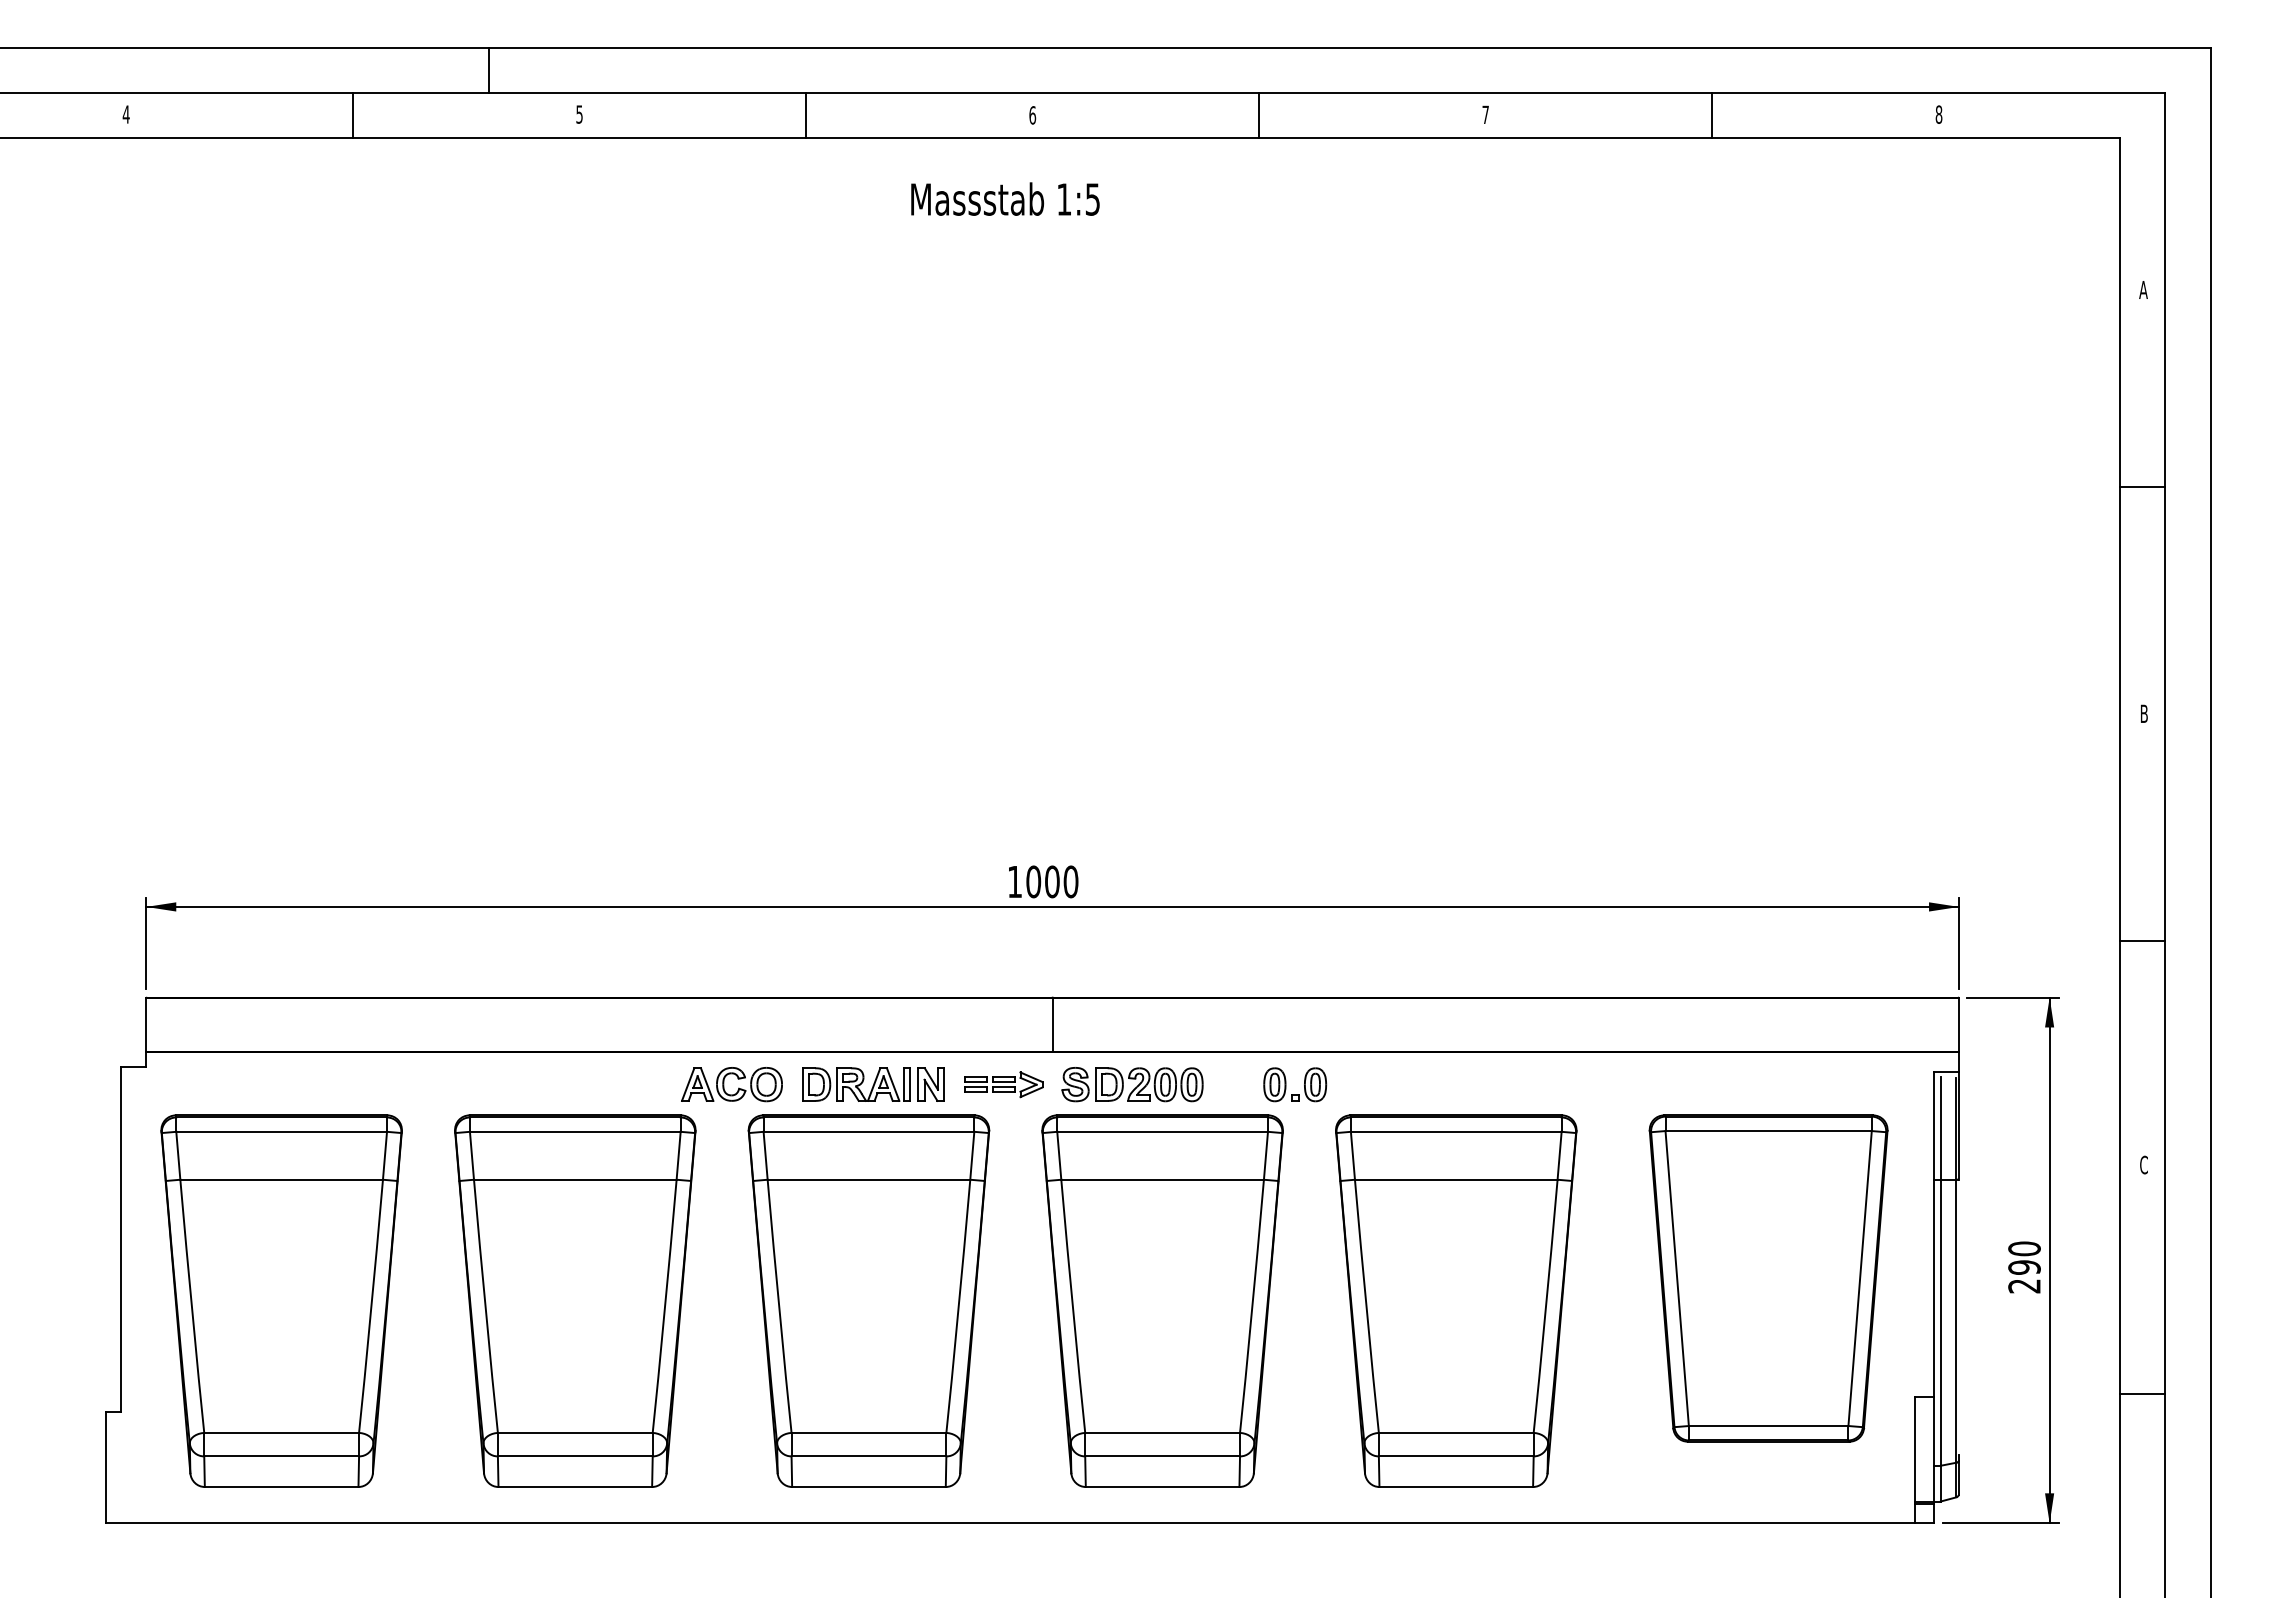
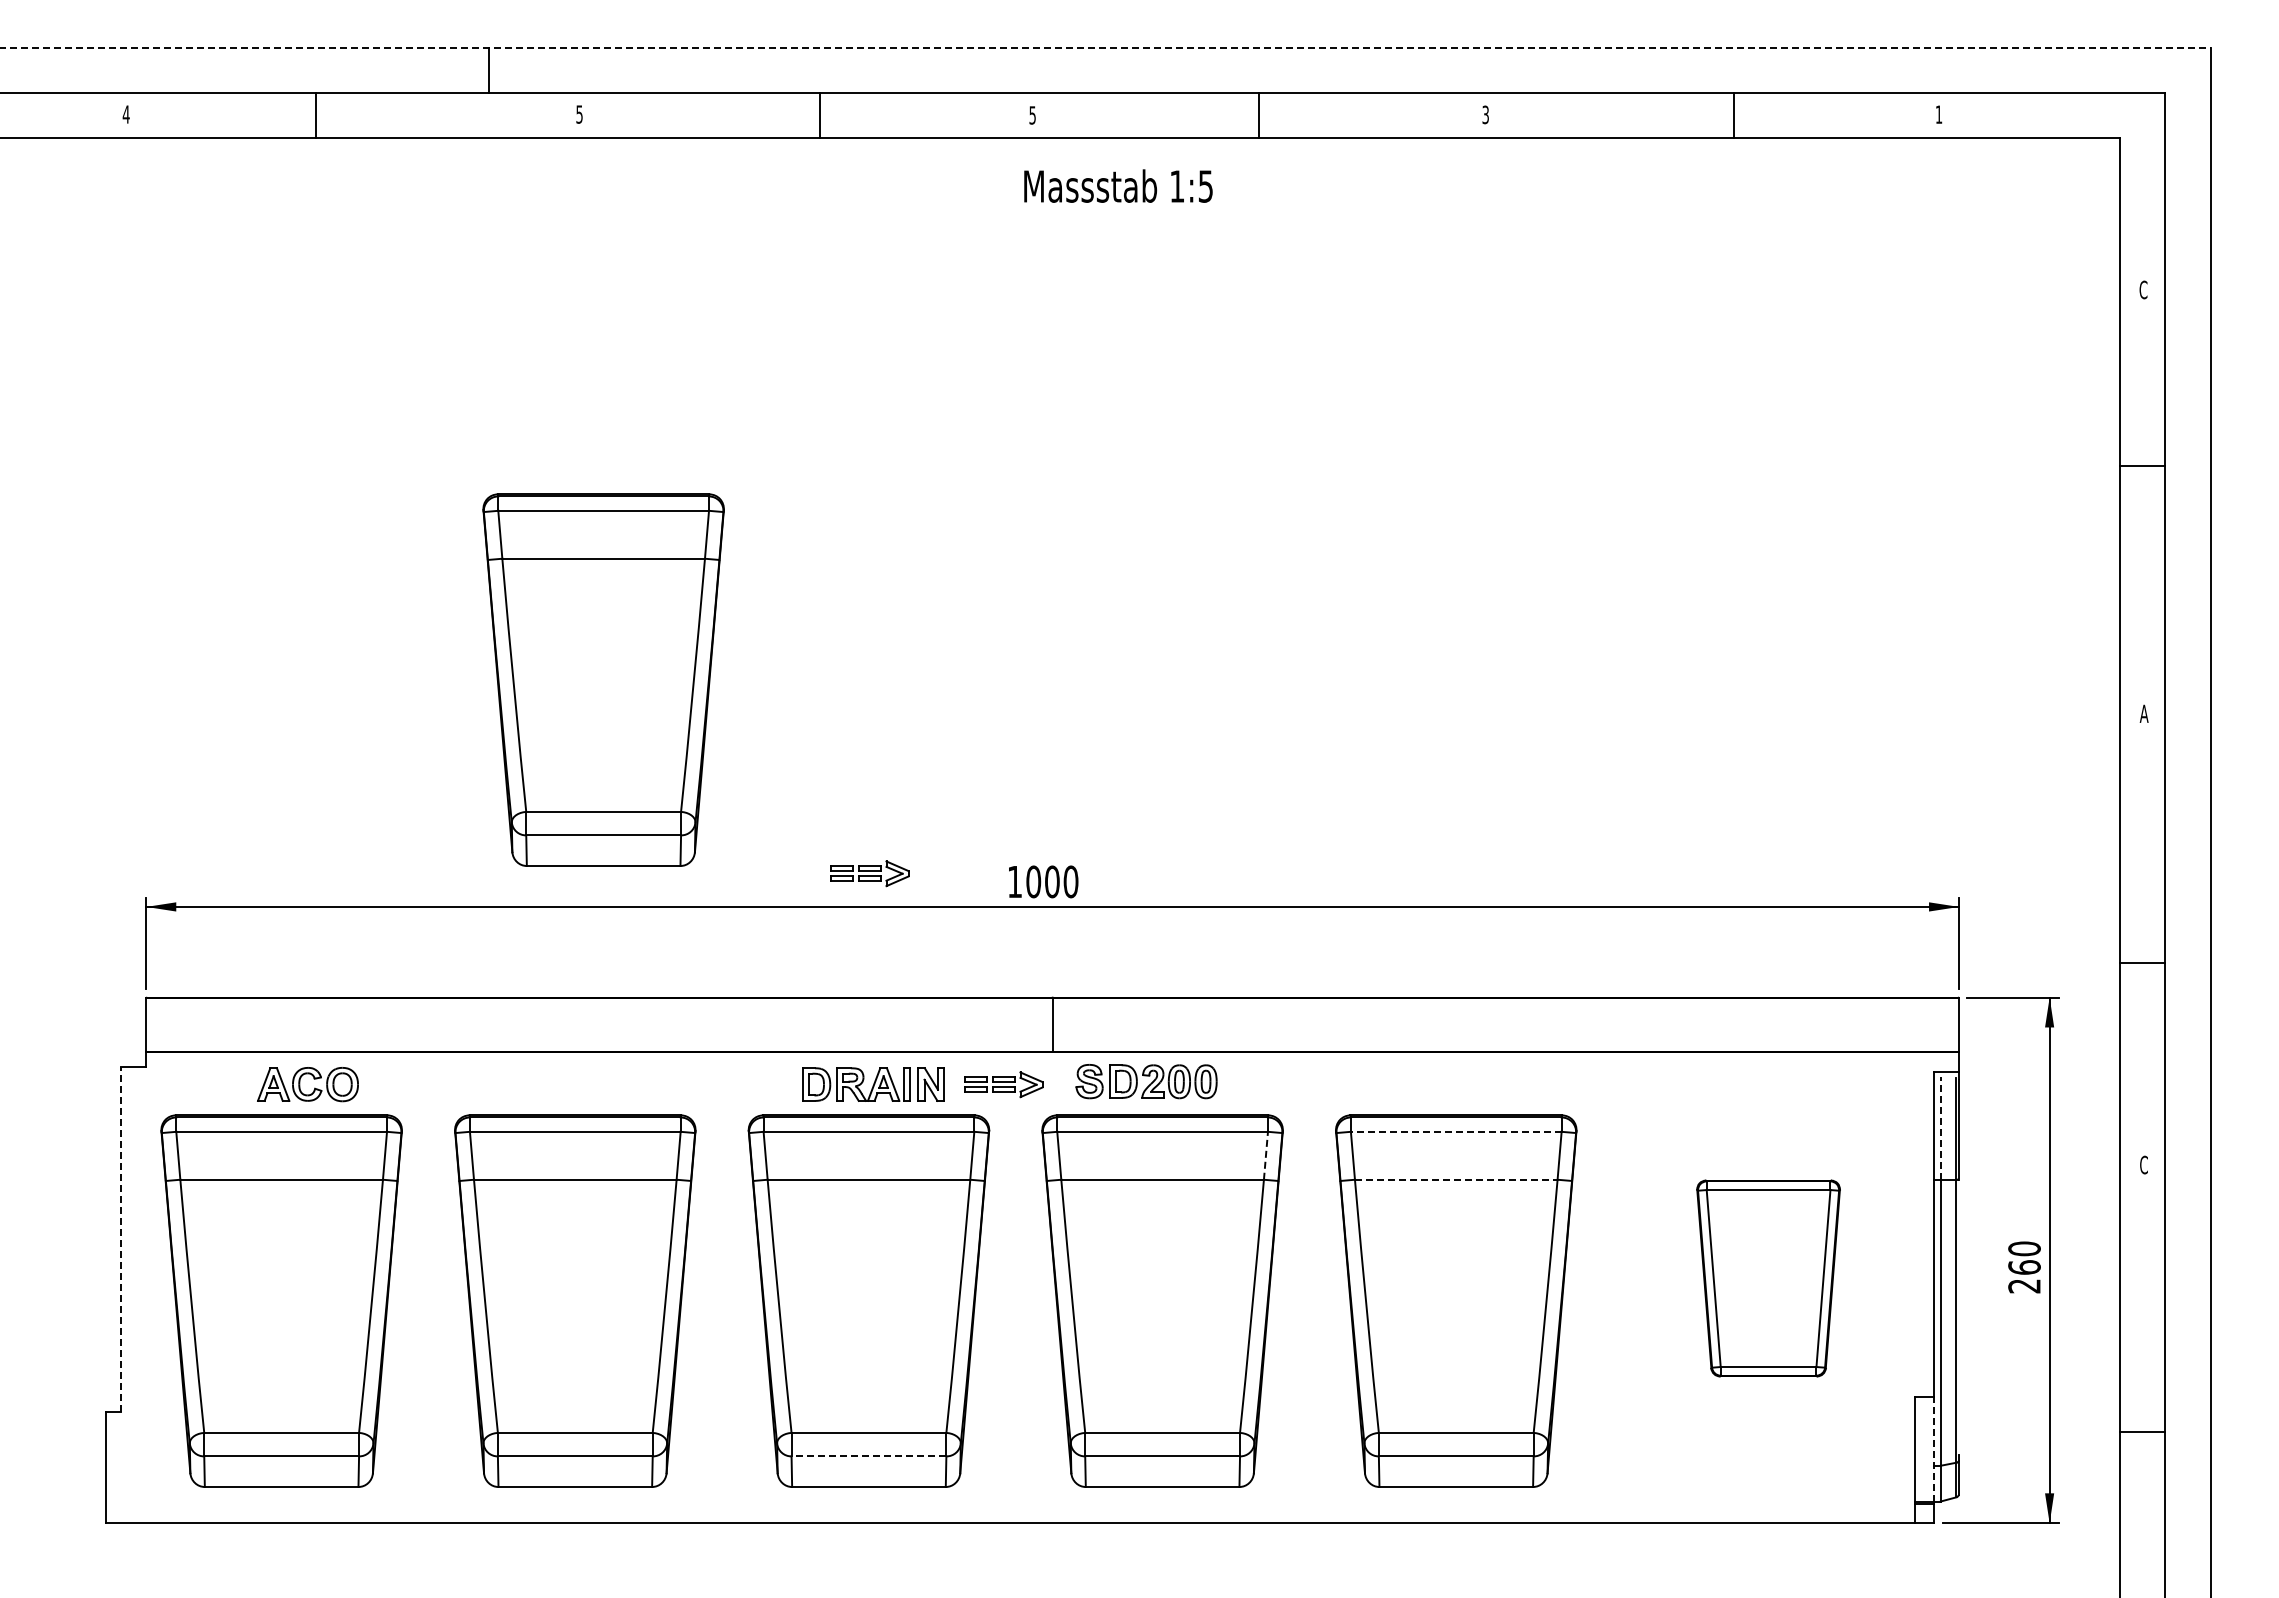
line at (1105, 47): solid -> dashed
text at (1485, 114): 7 -> 3
text at (1938, 114): 8 -> 1
line at (352, 115) position: (352, 115) -> (315, 115)
line at (805, 115) position: (805, 115) -> (819, 115)
text at (1032, 115): 6 -> 5
line at (1712, 115) position: (1712, 115) -> (1734, 115)
text at (1005, 198) position: (1005, 198) -> (1118, 185)
text at (2143, 289): A -> C
line at (2142, 487) position: (2142, 487) -> (2142, 466)
part at (603, 679): none -> present
text at (2143, 713): B -> A
part at (869, 873): none -> present
line at (2142, 940) position: (2142, 940) -> (2142, 962)
part at (724, 1084) position: (724, 1084) -> (300, 1084)
part at (1132, 1084) position: (1132, 1084) -> (1146, 1081)
part at (1286, 1084): present -> none
line at (1940, 1128): solid -> dashed
line at (1455, 1131): solid -> dashed
line at (1266, 1155): solid -> dashed
line at (1456, 1179): solid -> dashed
line at (120, 1239): solid -> dashed
text at (2024, 1267): 290 -> 260
part at (1768, 1278) size: 241x329 px -> 145x199 px
line at (2142, 1393) position: (2142, 1393) -> (2142, 1431)
line at (1933, 1449): solid -> dashed
line at (868, 1456): solid -> dashed
